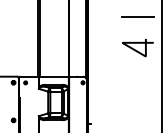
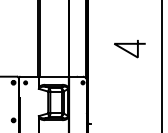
line at (137, 17): present -> none
line at (137, 50) position: (137, 50) -> (129, 51)
